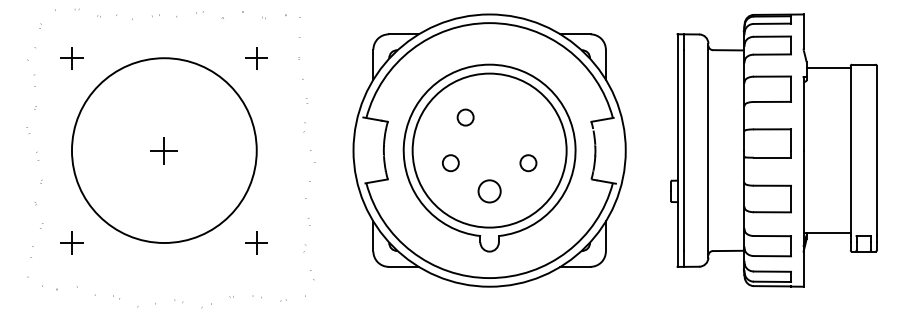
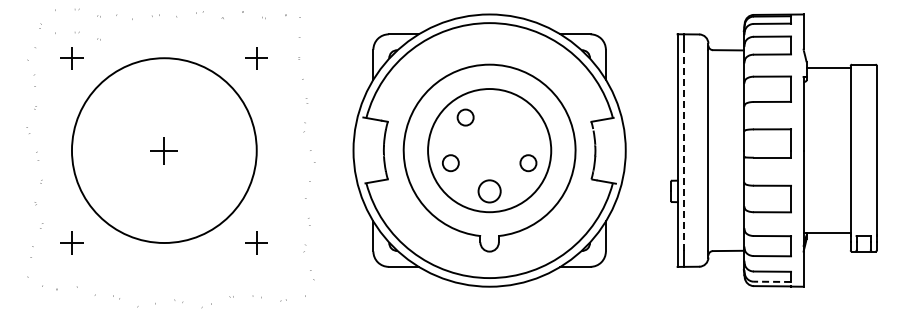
part at (77, 35): none -> present
circle at (489, 150) diameter: 154 px -> 123 px
line at (683, 150): solid -> dashed
line at (772, 281): solid -> dashed
